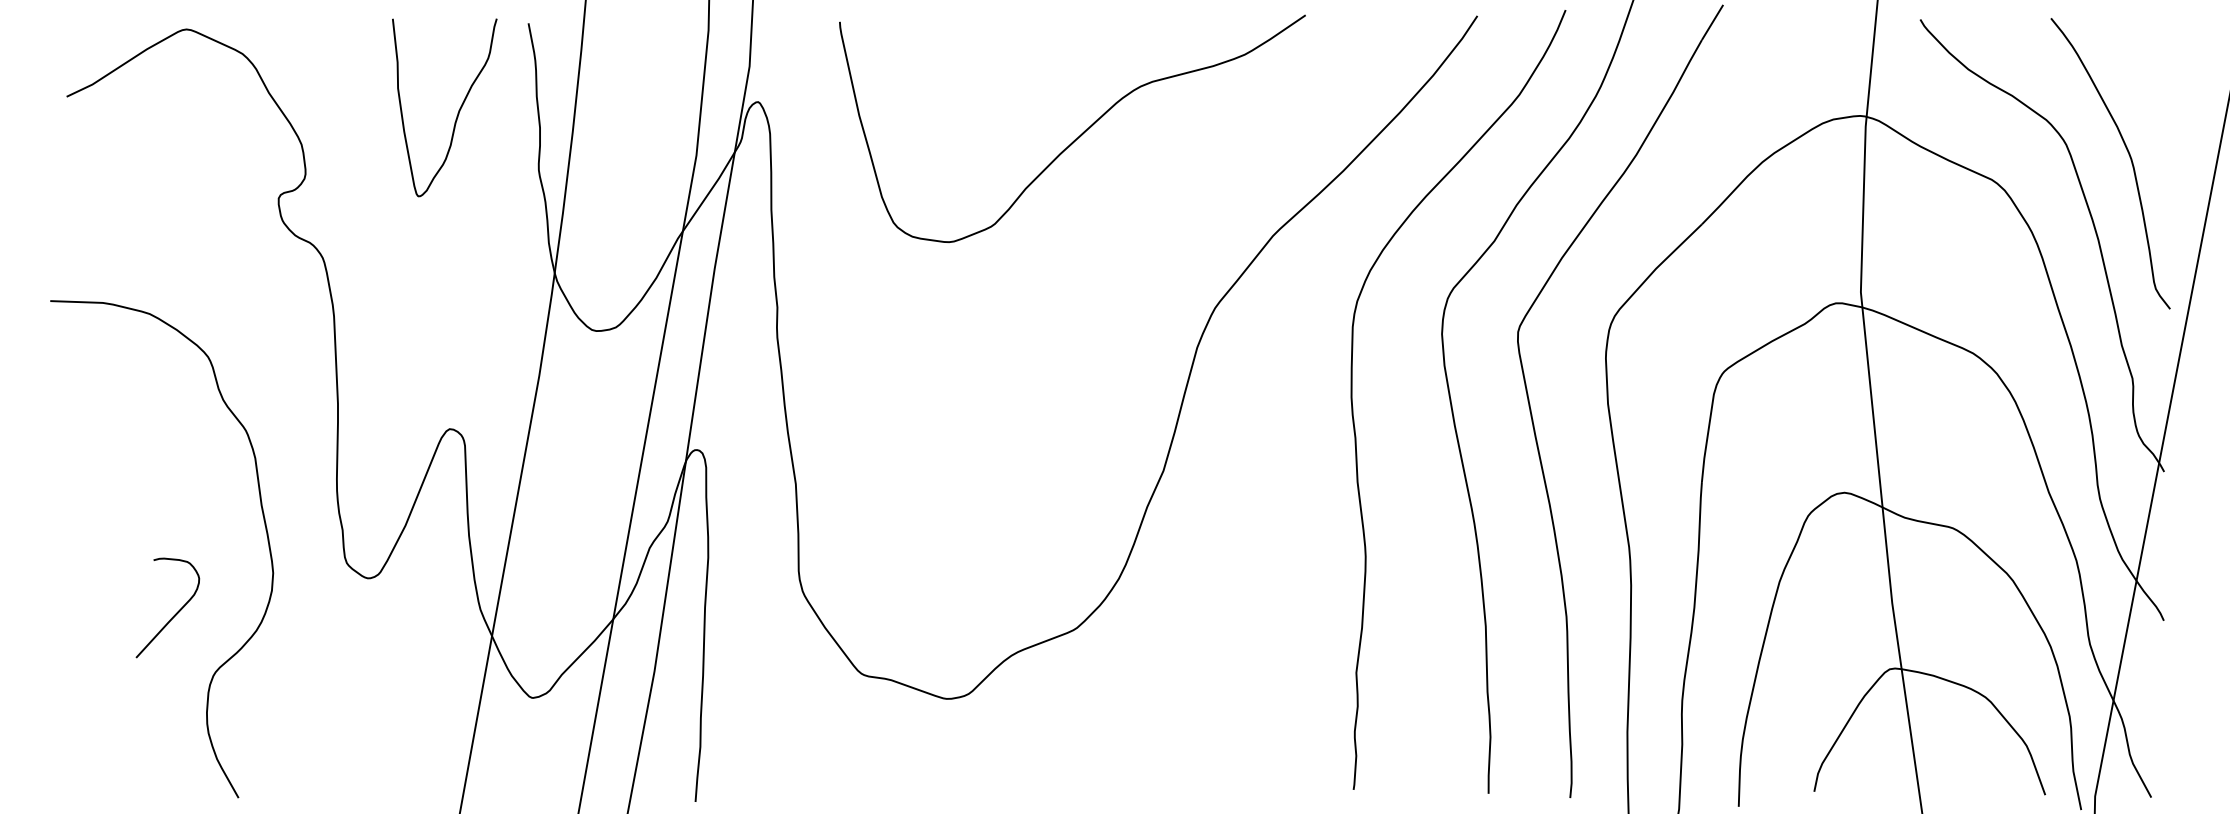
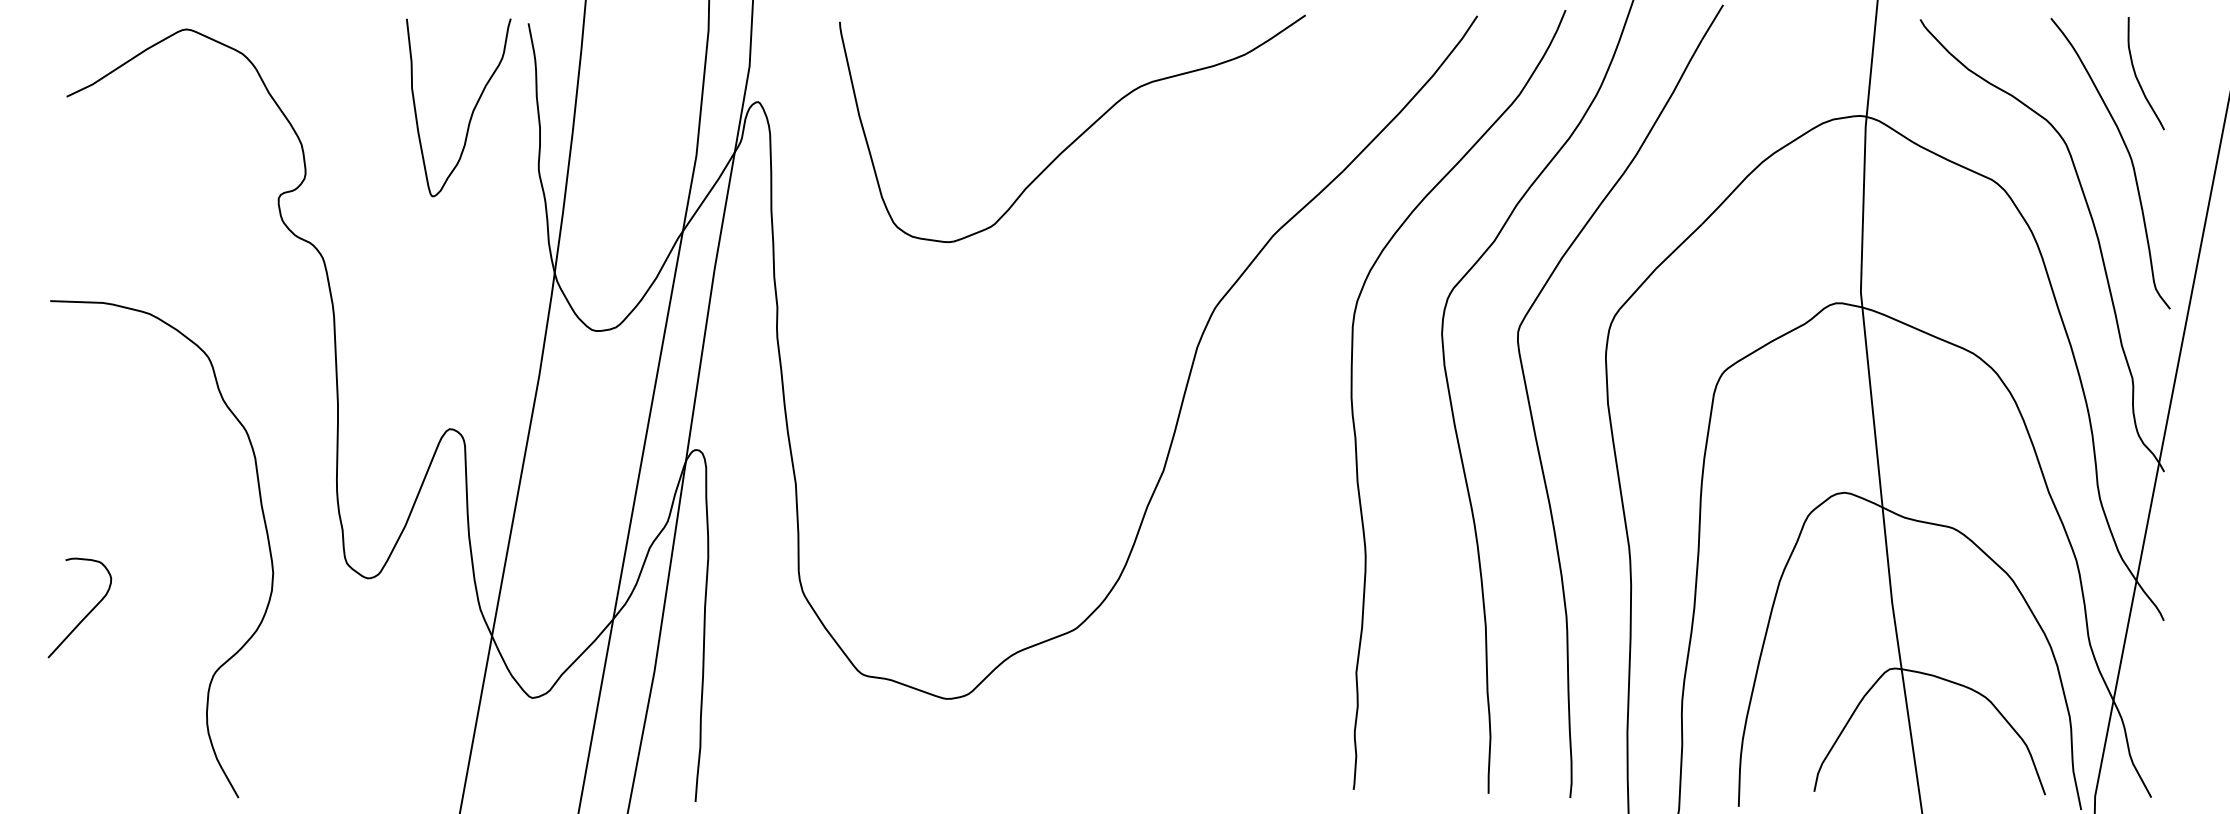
curve at (2137, 77): none -> present
curve at (458, 110) position: (458, 110) -> (472, 110)
curve at (174, 614) position: (174, 614) -> (86, 614)
